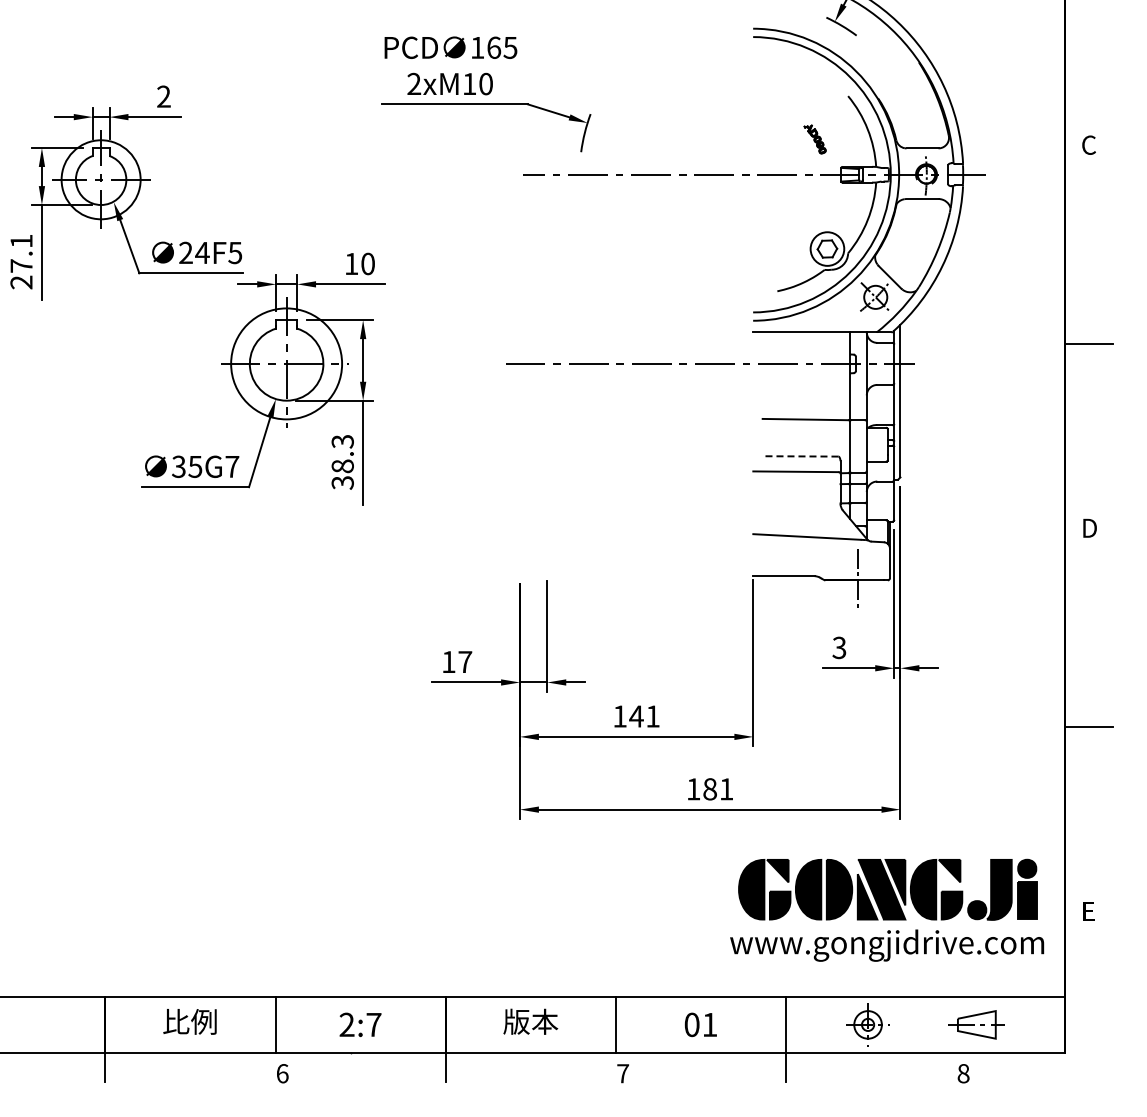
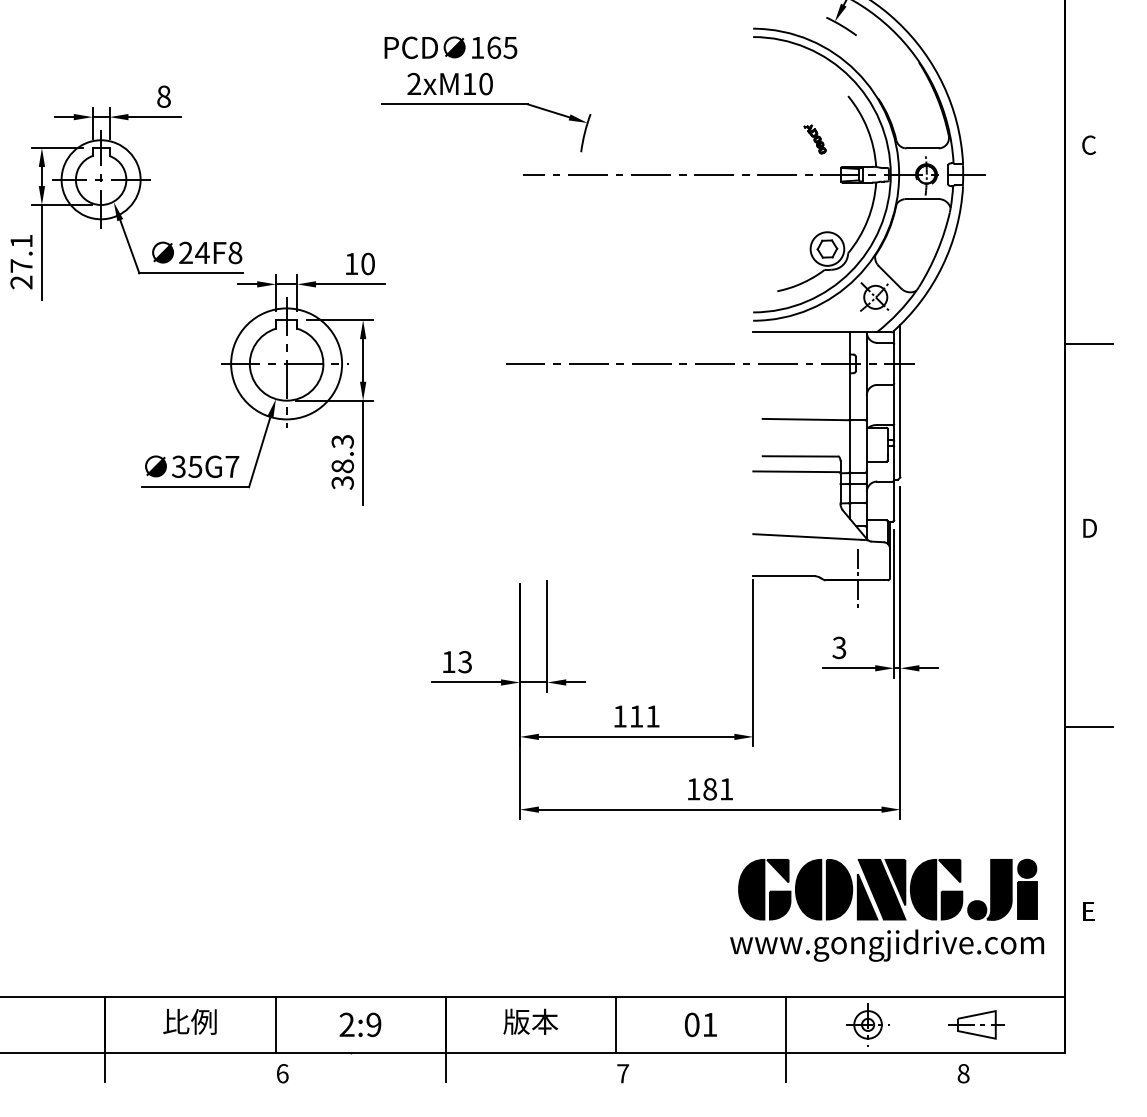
text at (163, 96): 2 -> 8
text at (235, 252): 24F5 -> 24F8
line at (800, 456): dashed -> solid
text at (465, 661): 17 -> 13
text at (636, 716): 141 -> 111
text at (373, 1024): 2:7 -> 2:9
